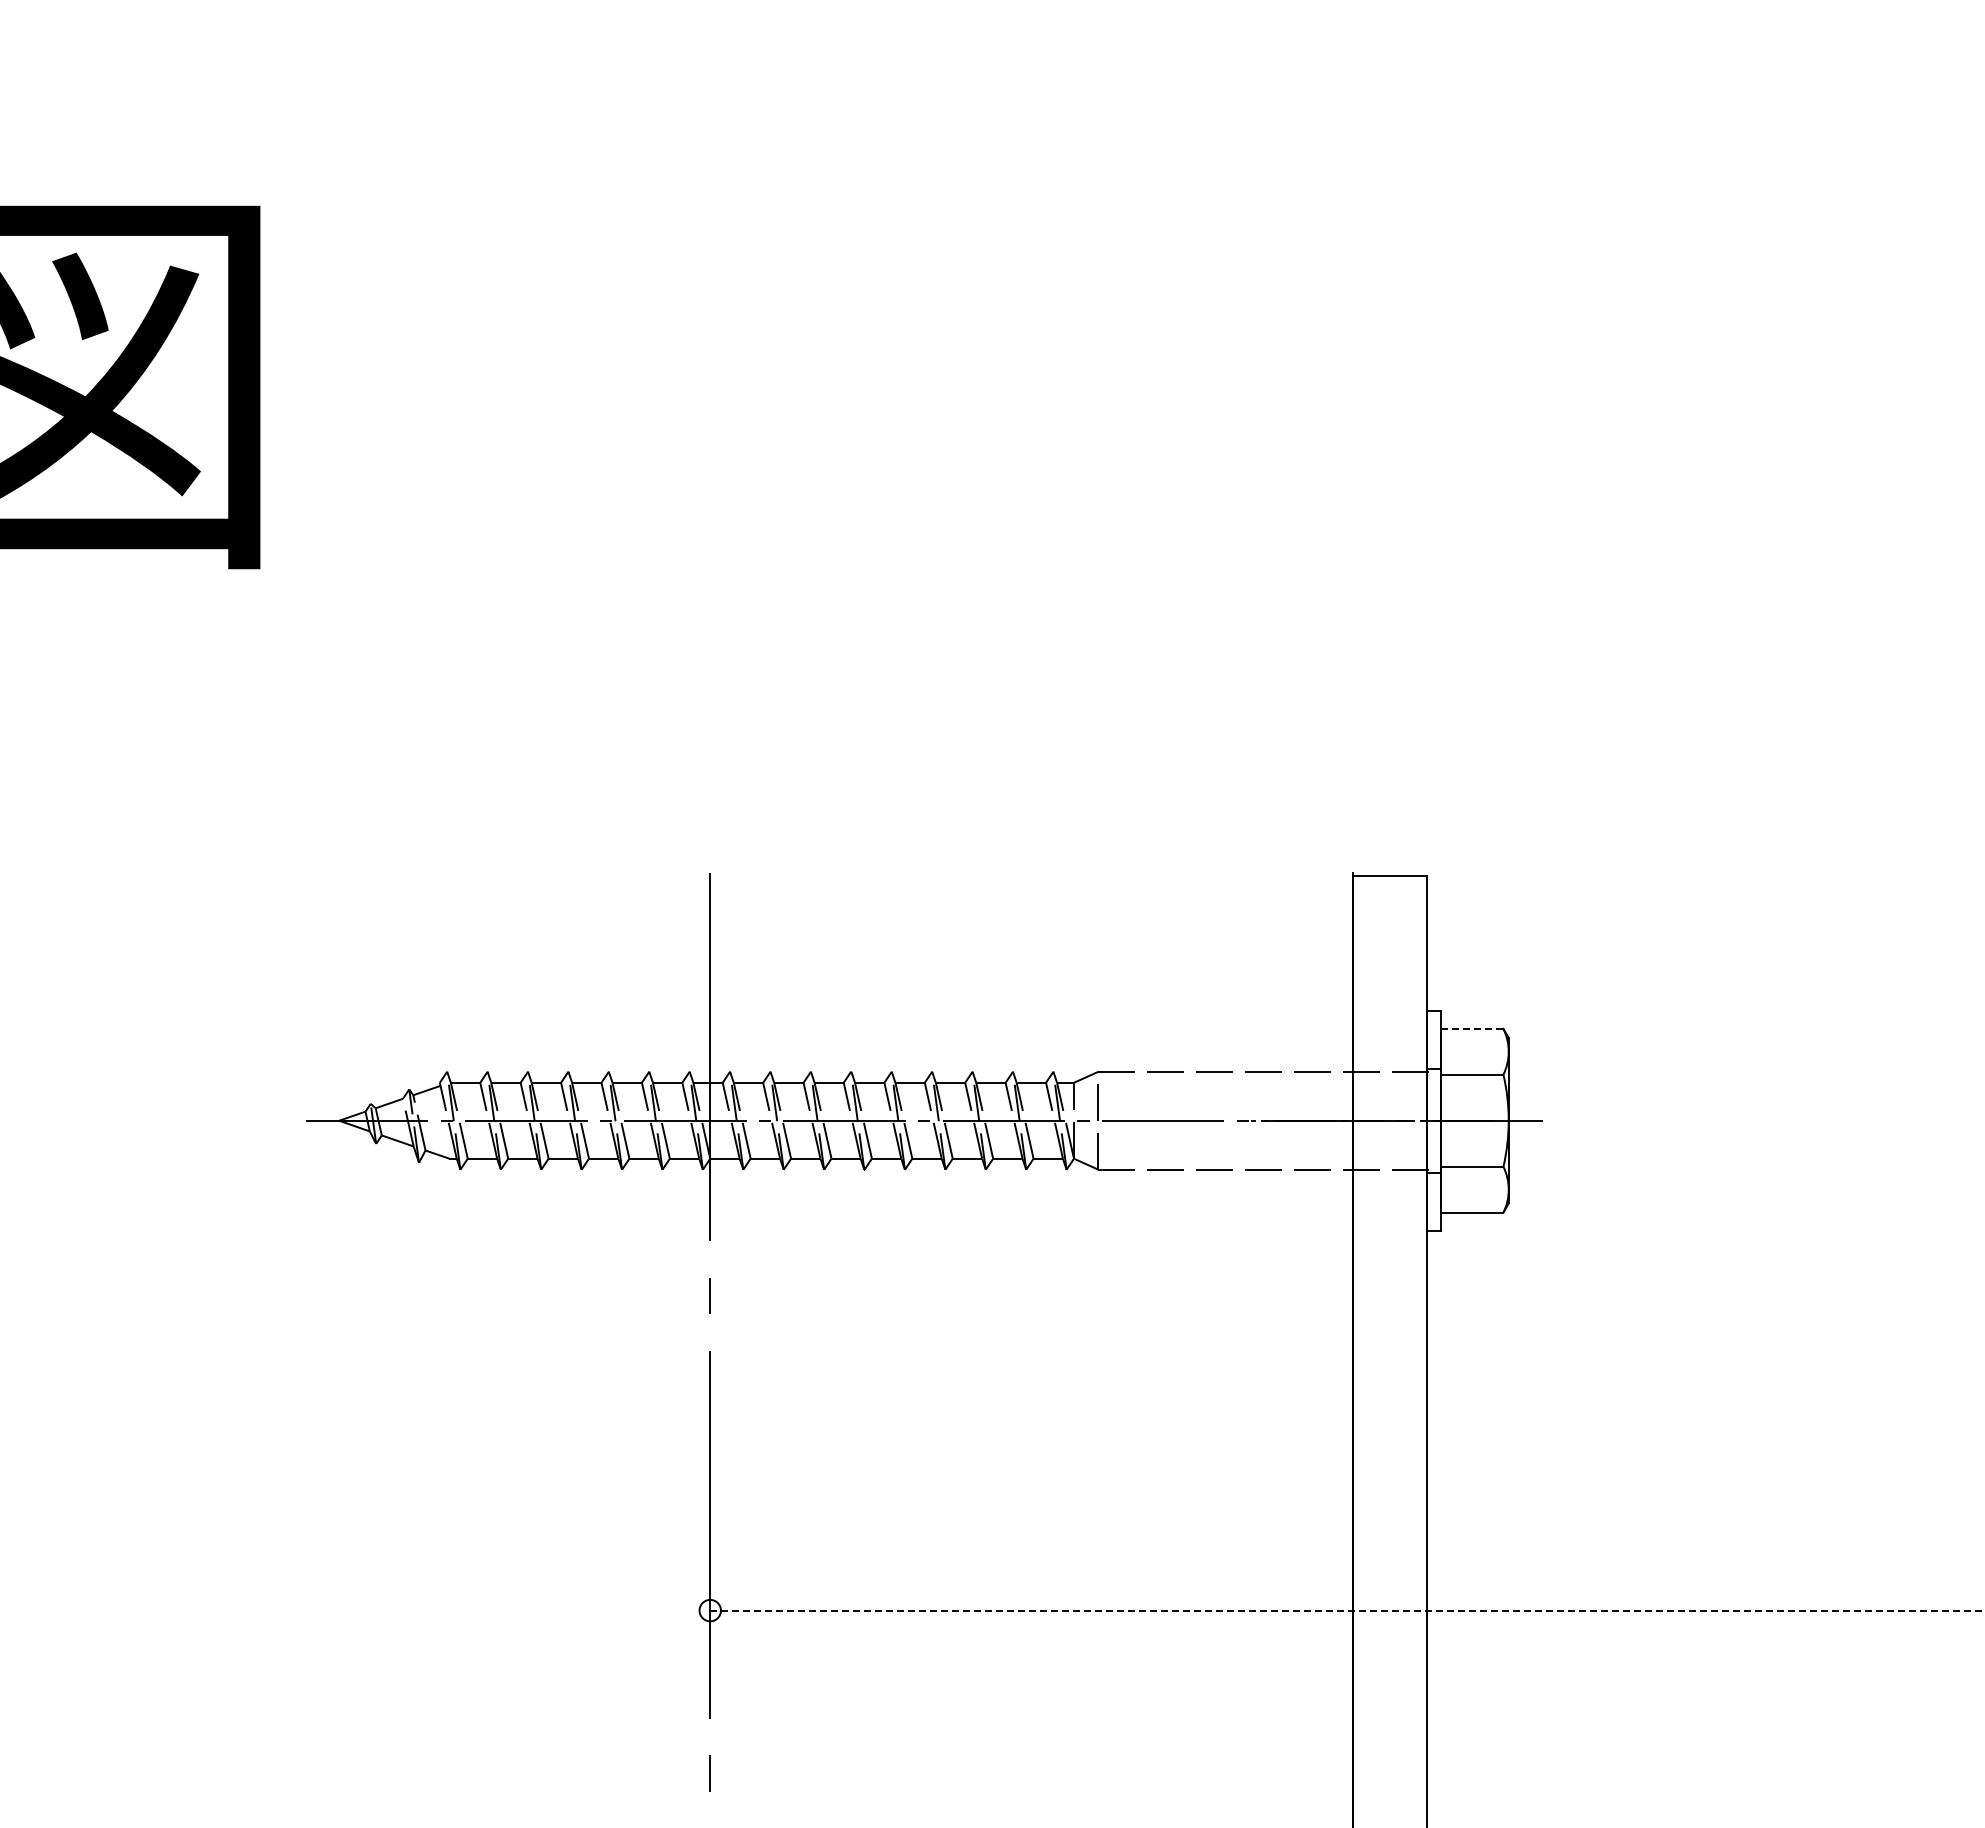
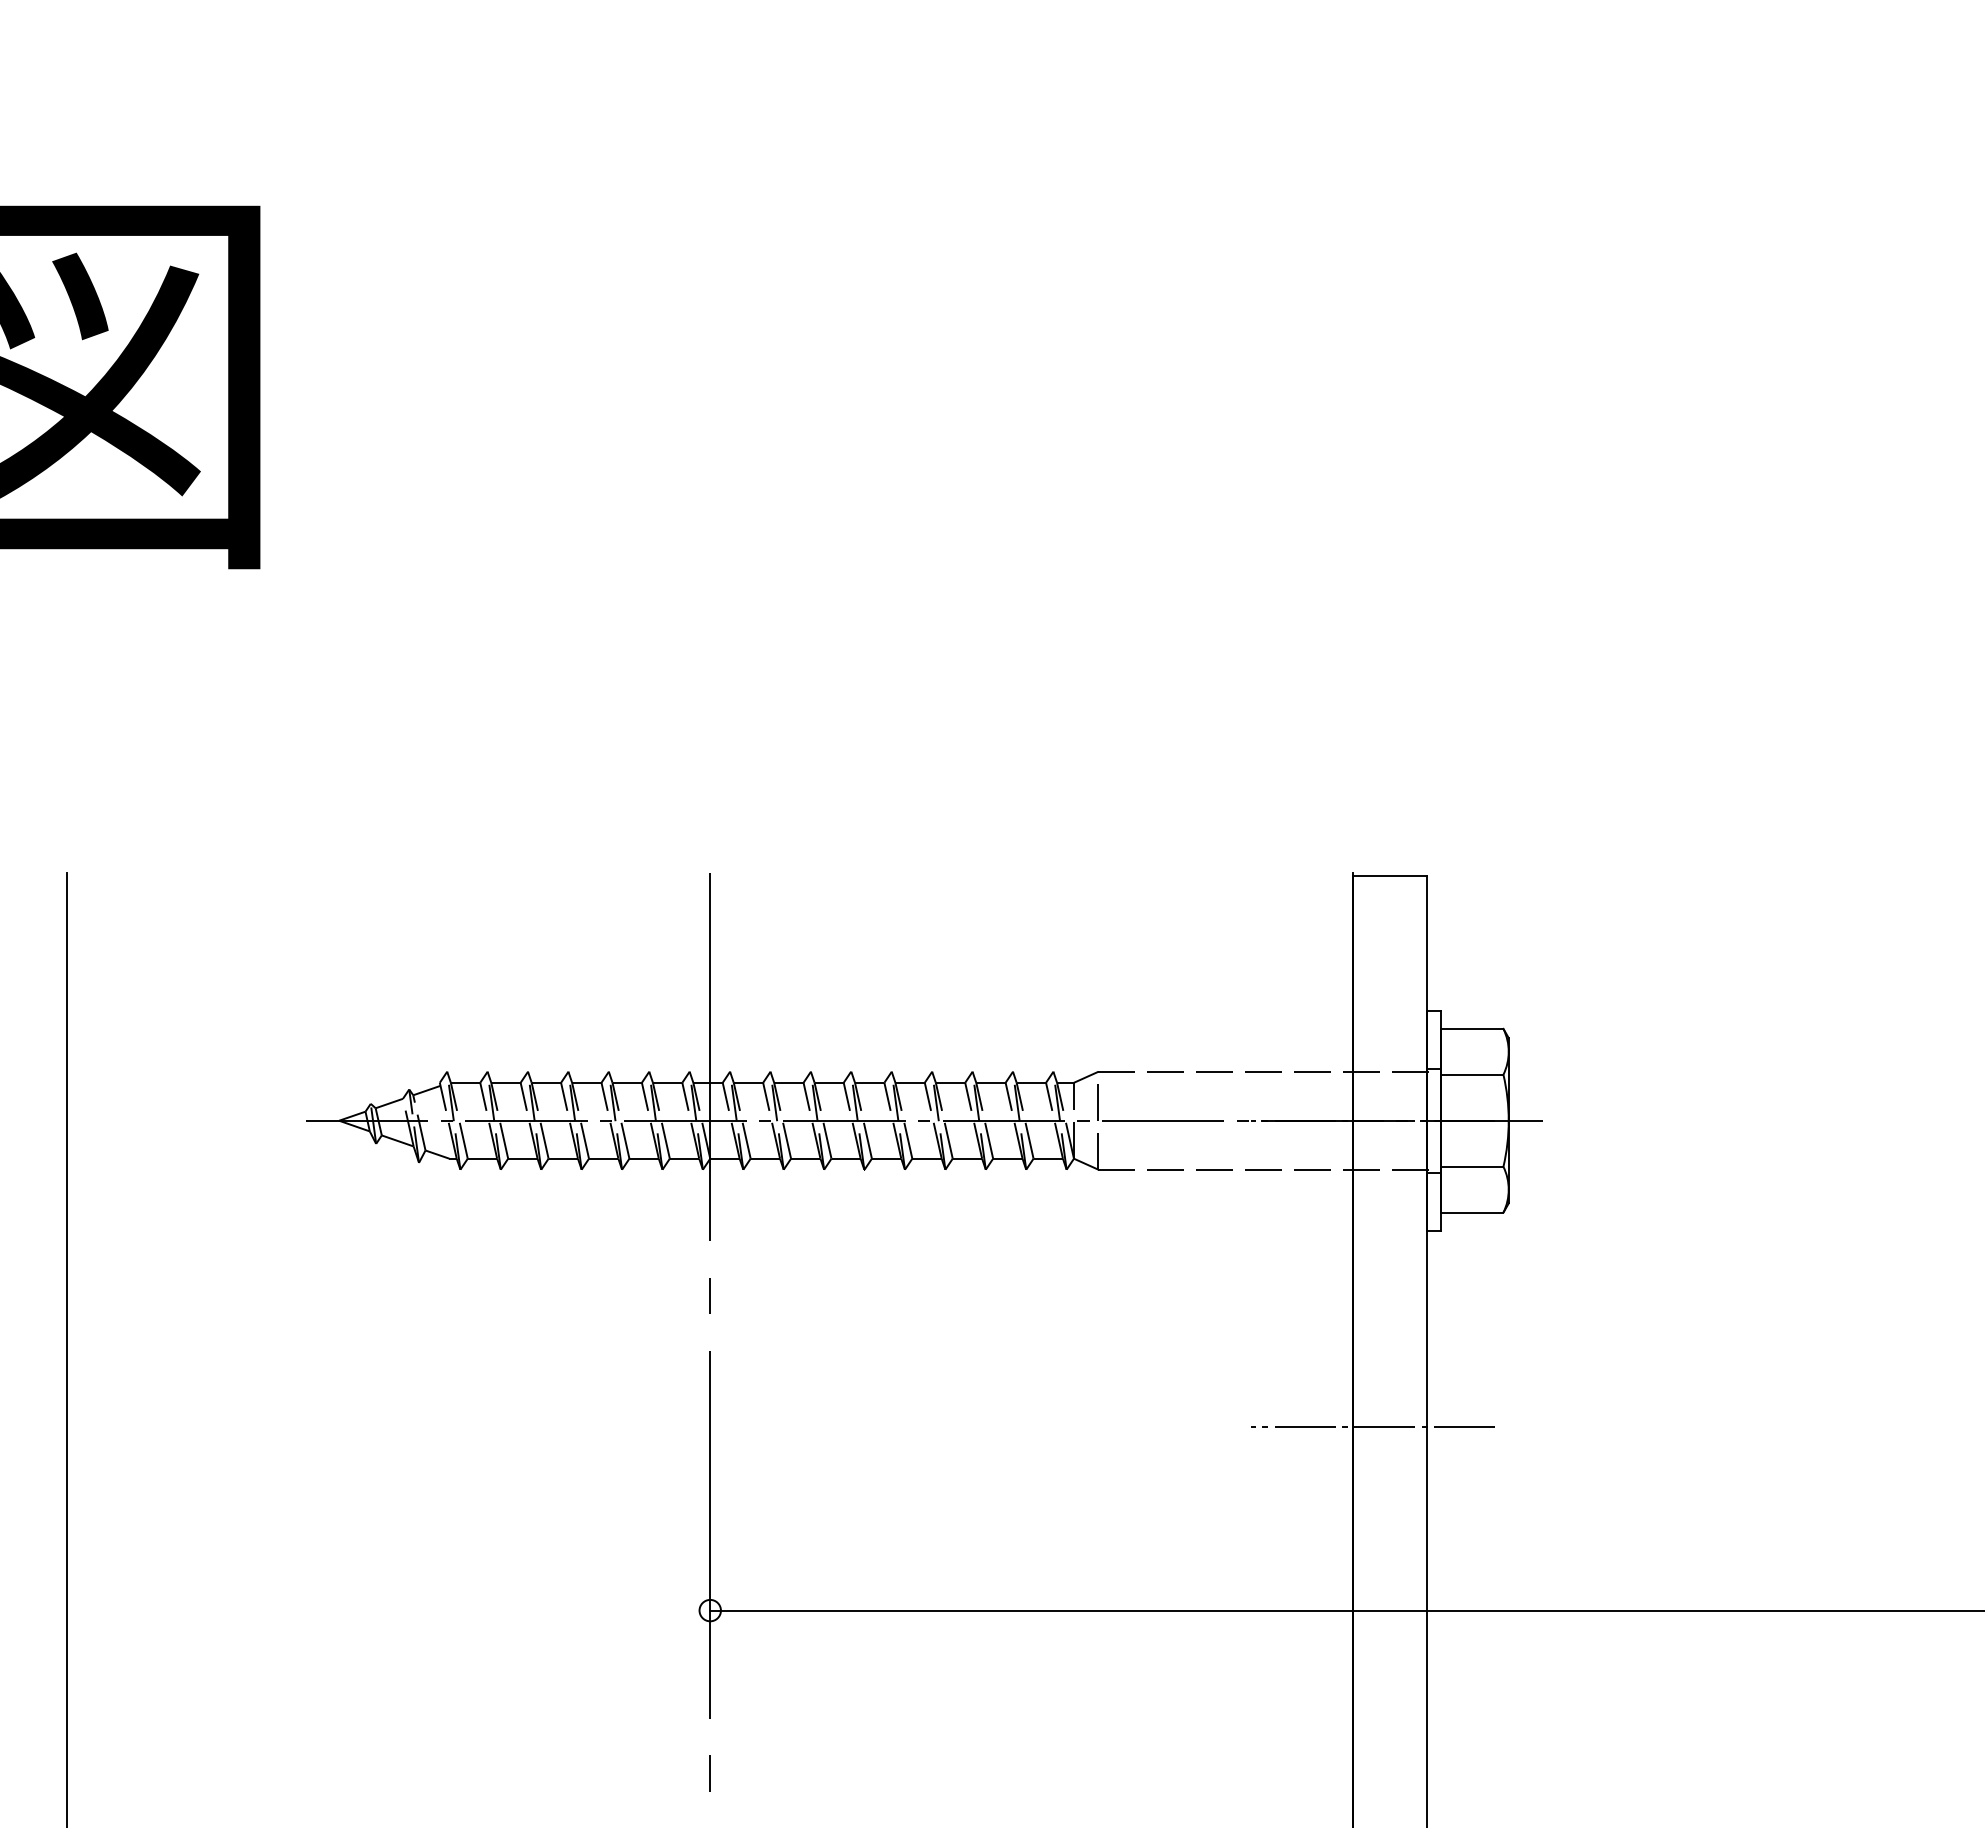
line at (1471, 1028): dashed -> solid
line at (67, 1348): none -> present
line at (1373, 1426): none -> present
line at (1348, 1610): dashed -> solid
